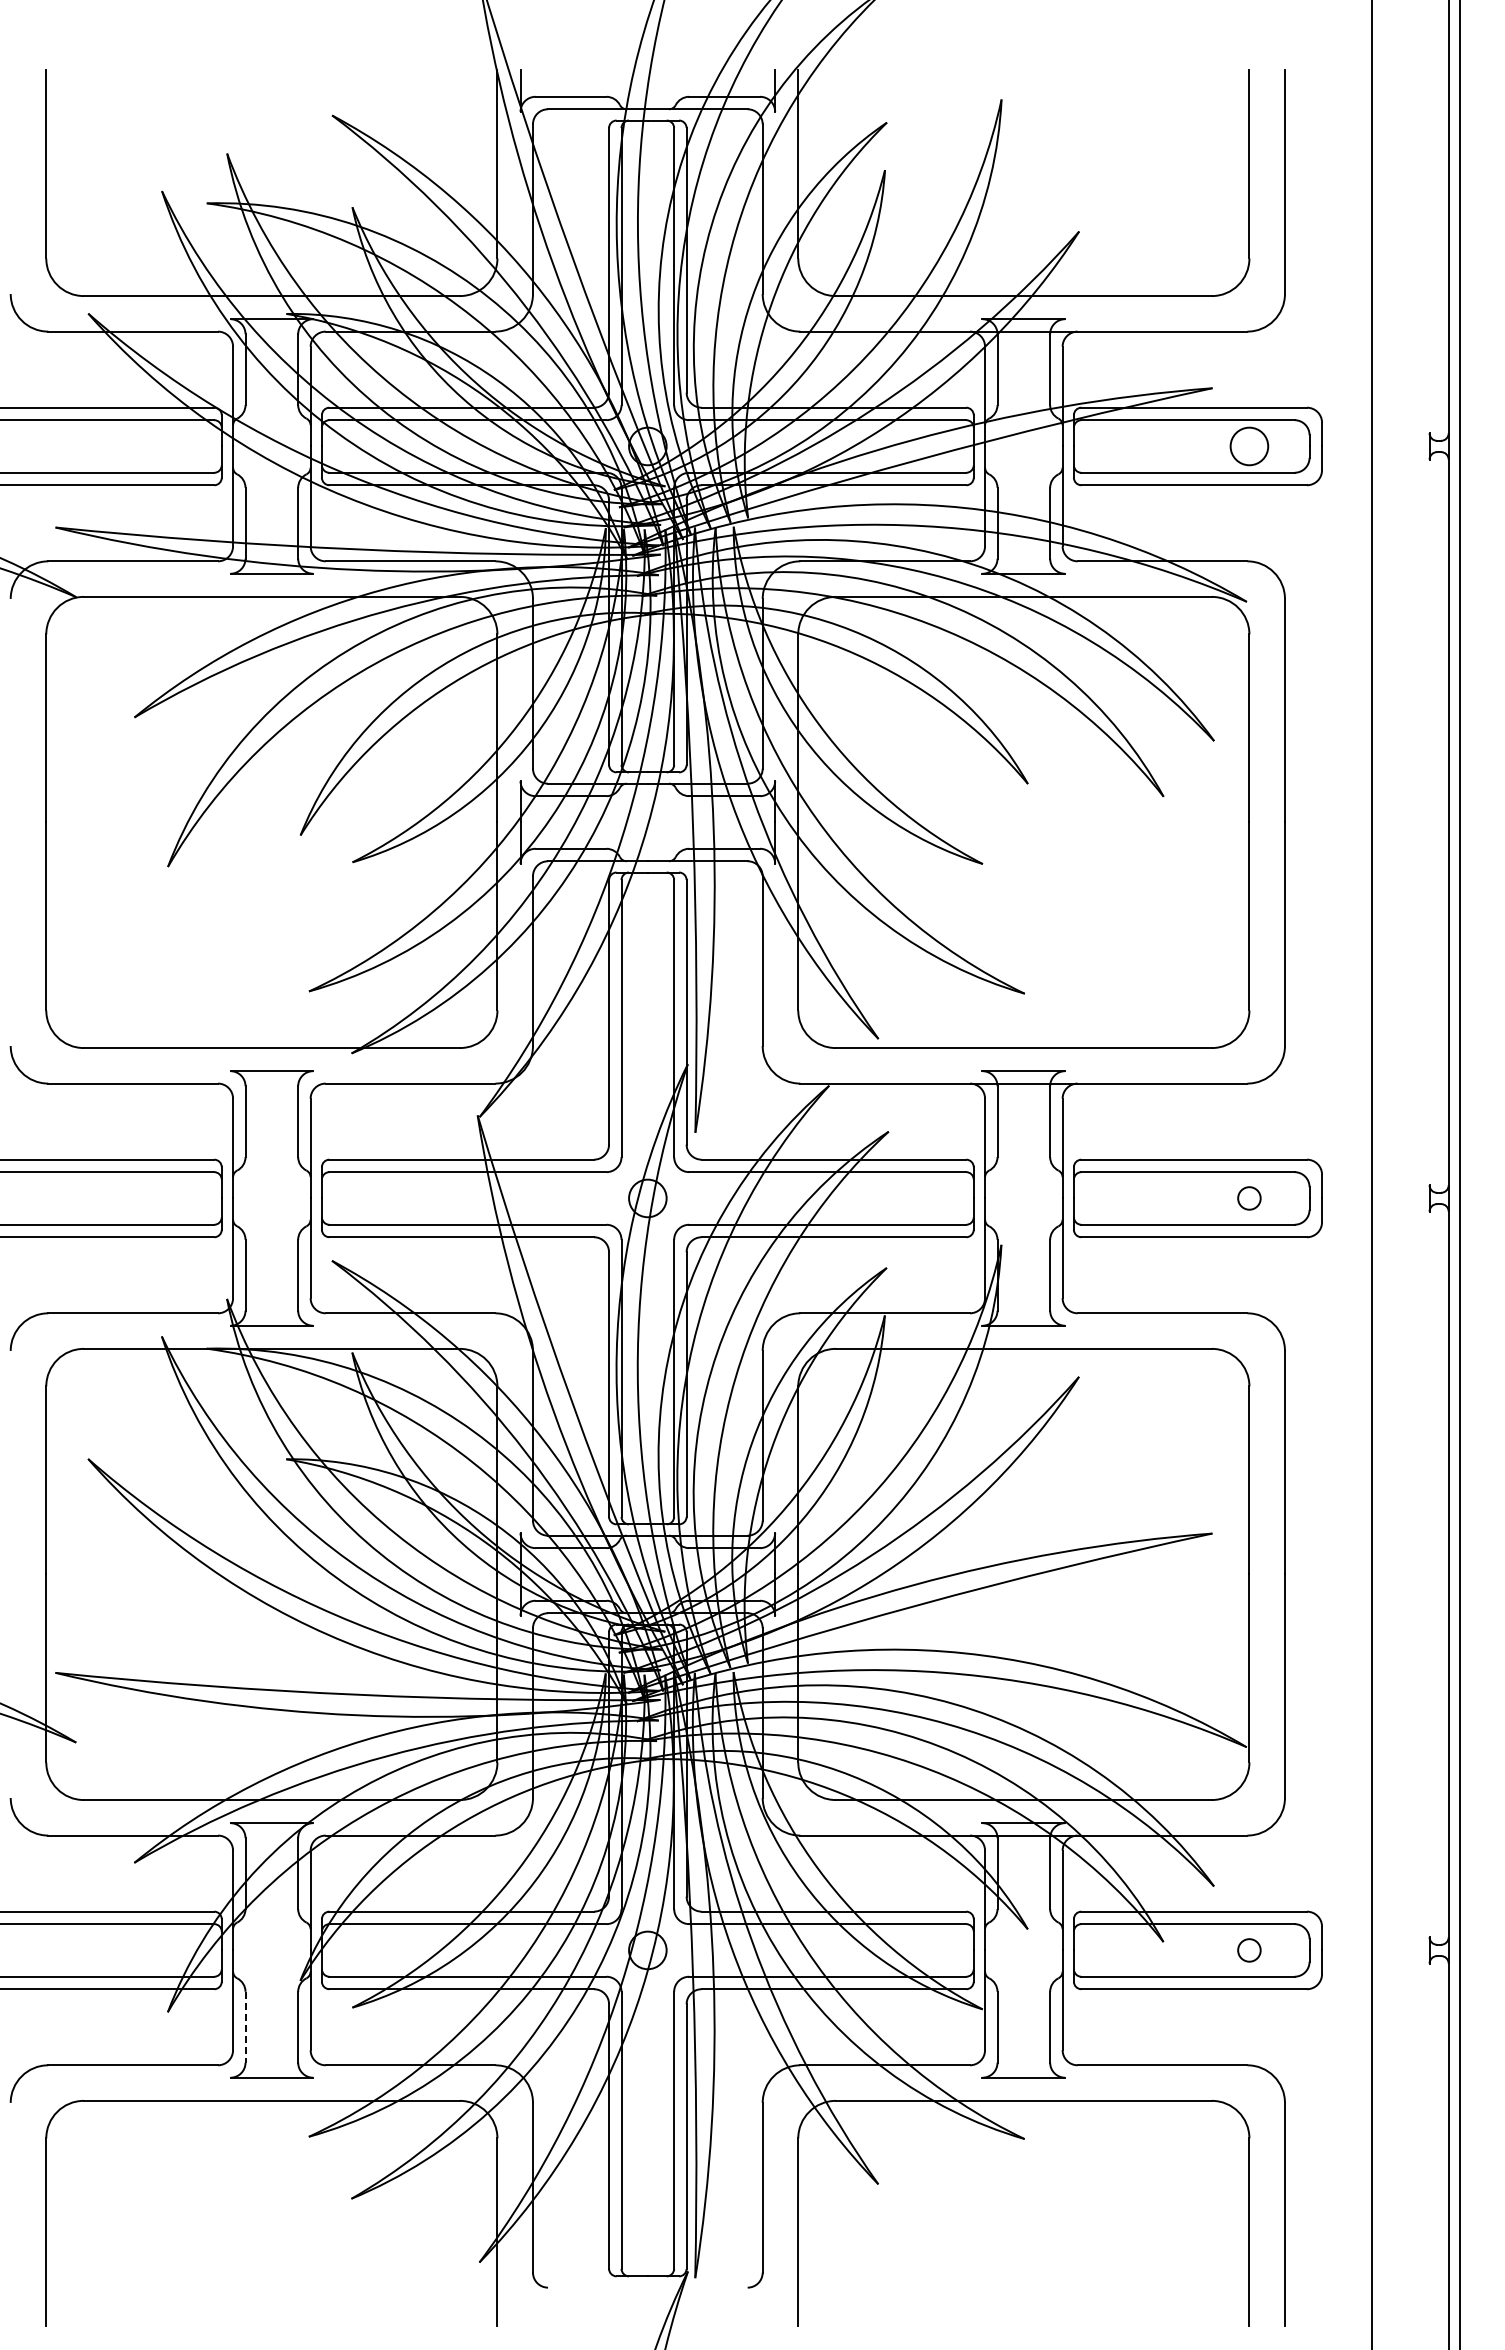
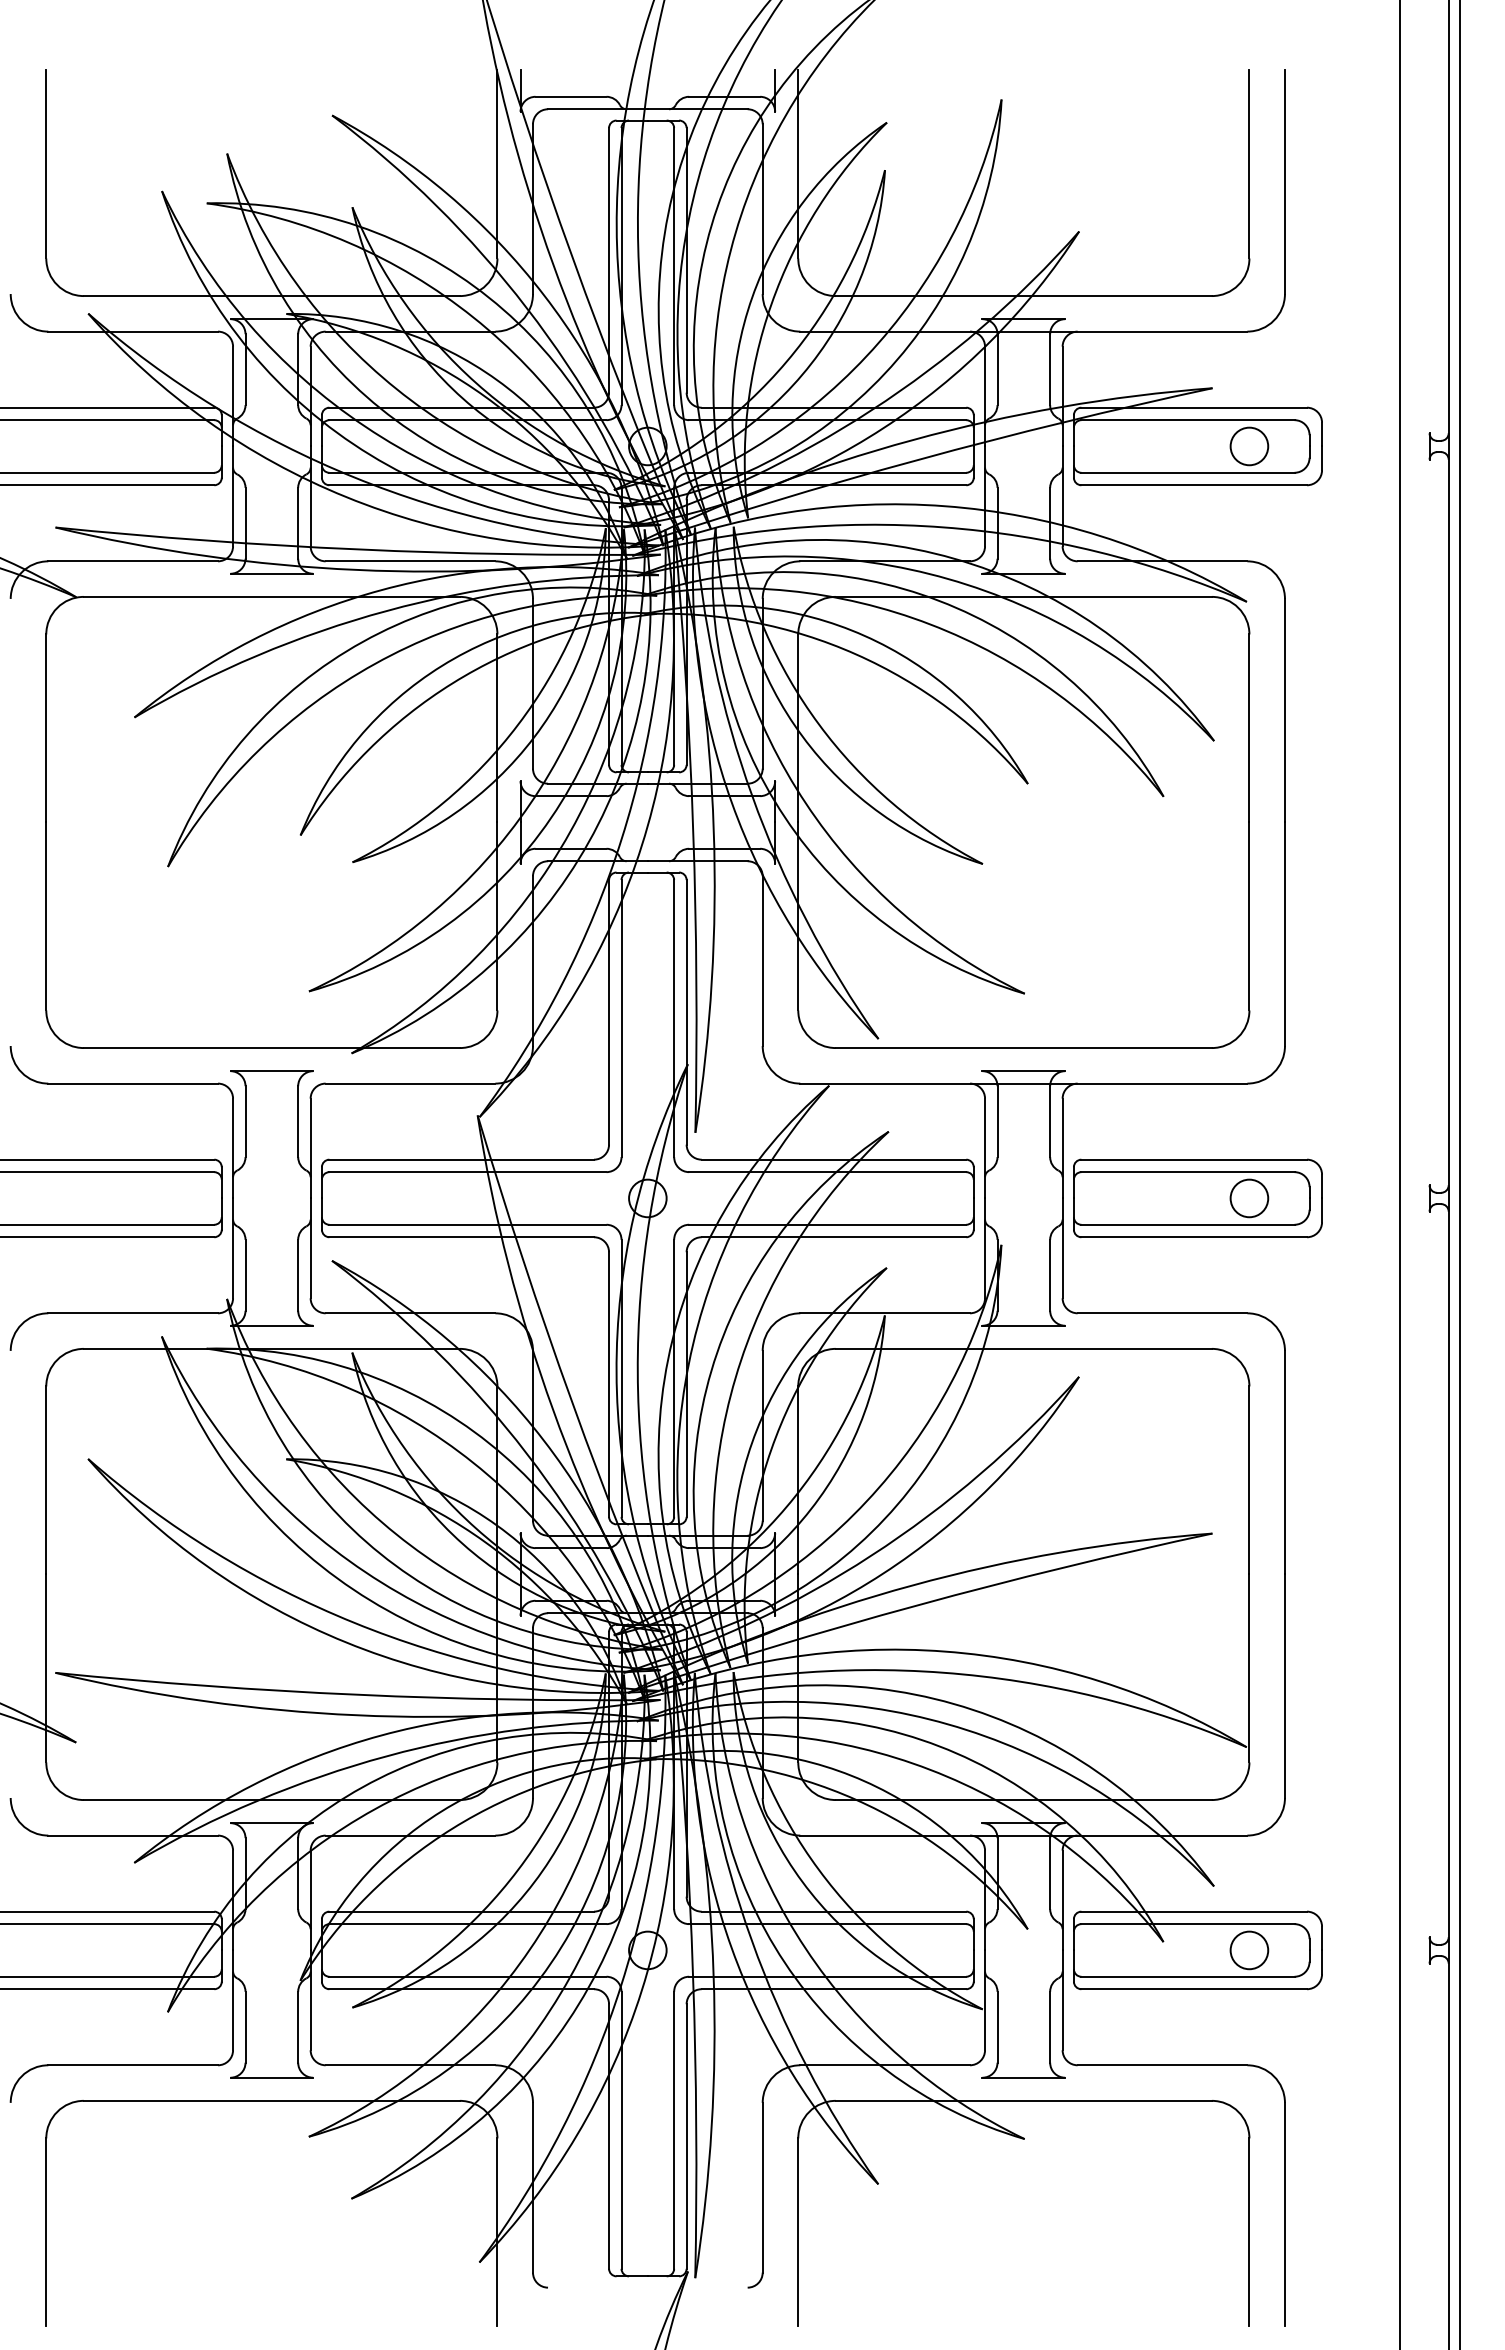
line at (1371, 1174) position: (1371, 1174) -> (1399, 1174)
circle at (1249, 1198) diameter: 23 px -> 38 px
circle at (1249, 1950) diameter: 23 px -> 38 px
line at (245, 2027): dashed -> solid
